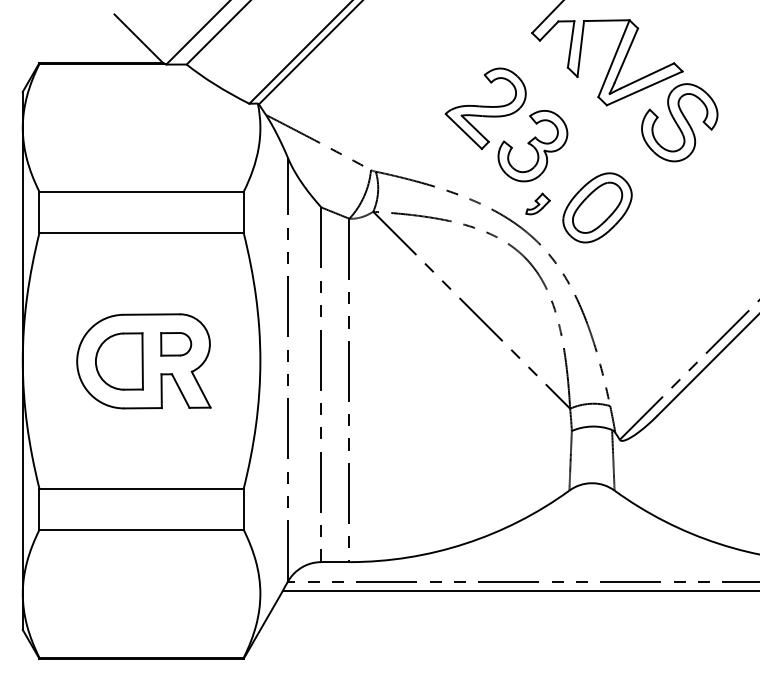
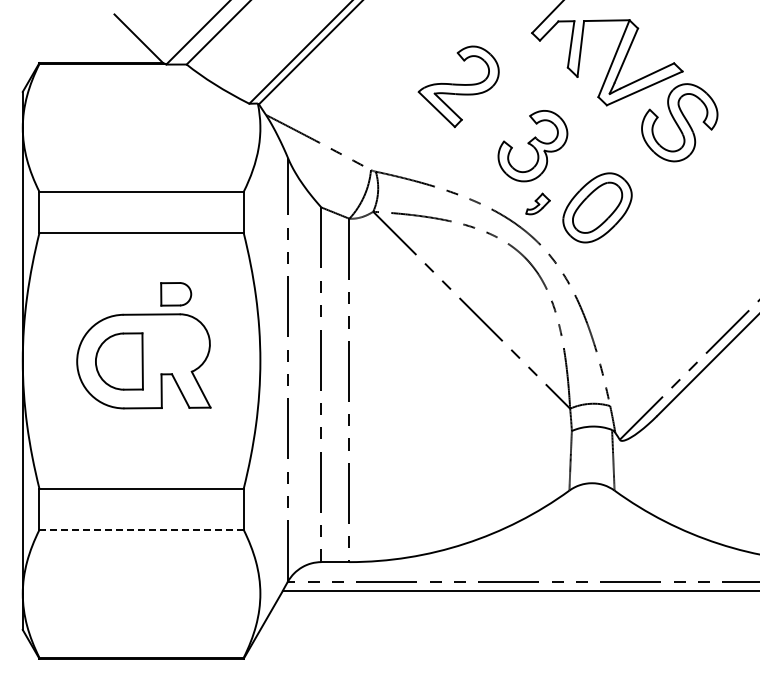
part at (485, 108) position: (485, 108) -> (458, 86)
part at (176, 344) position: (176, 344) -> (176, 294)
line at (142, 529): solid -> dashed
